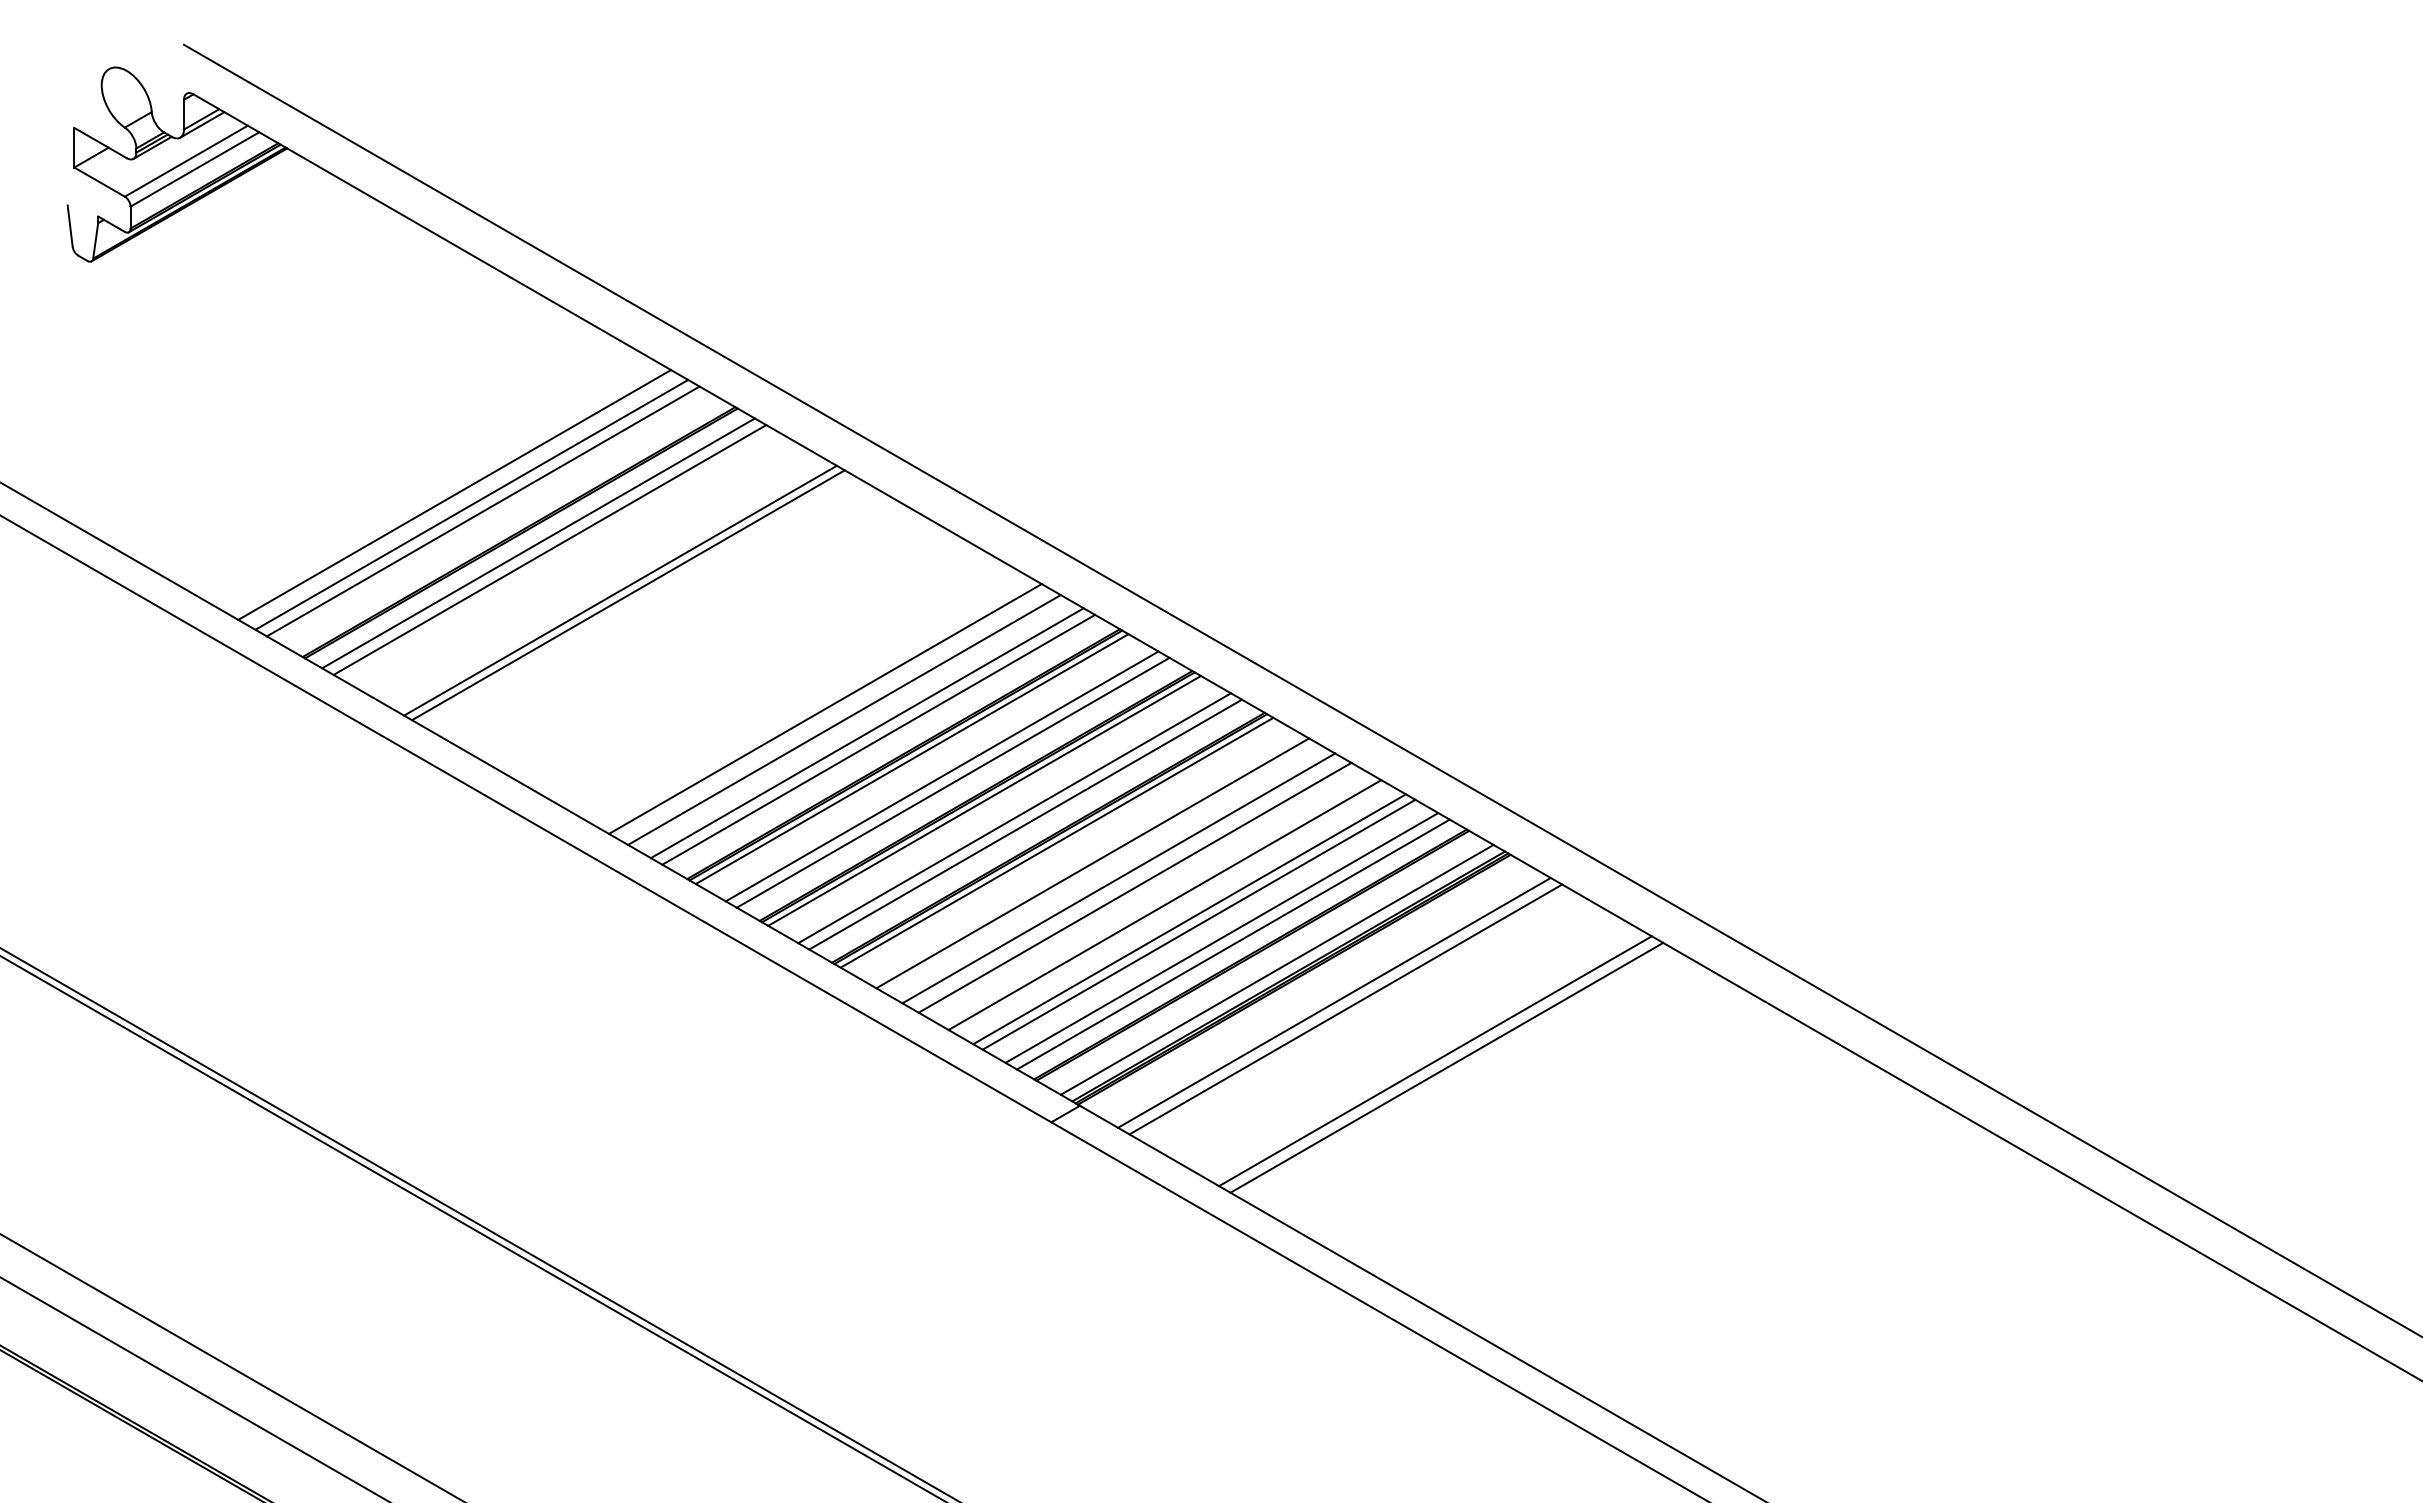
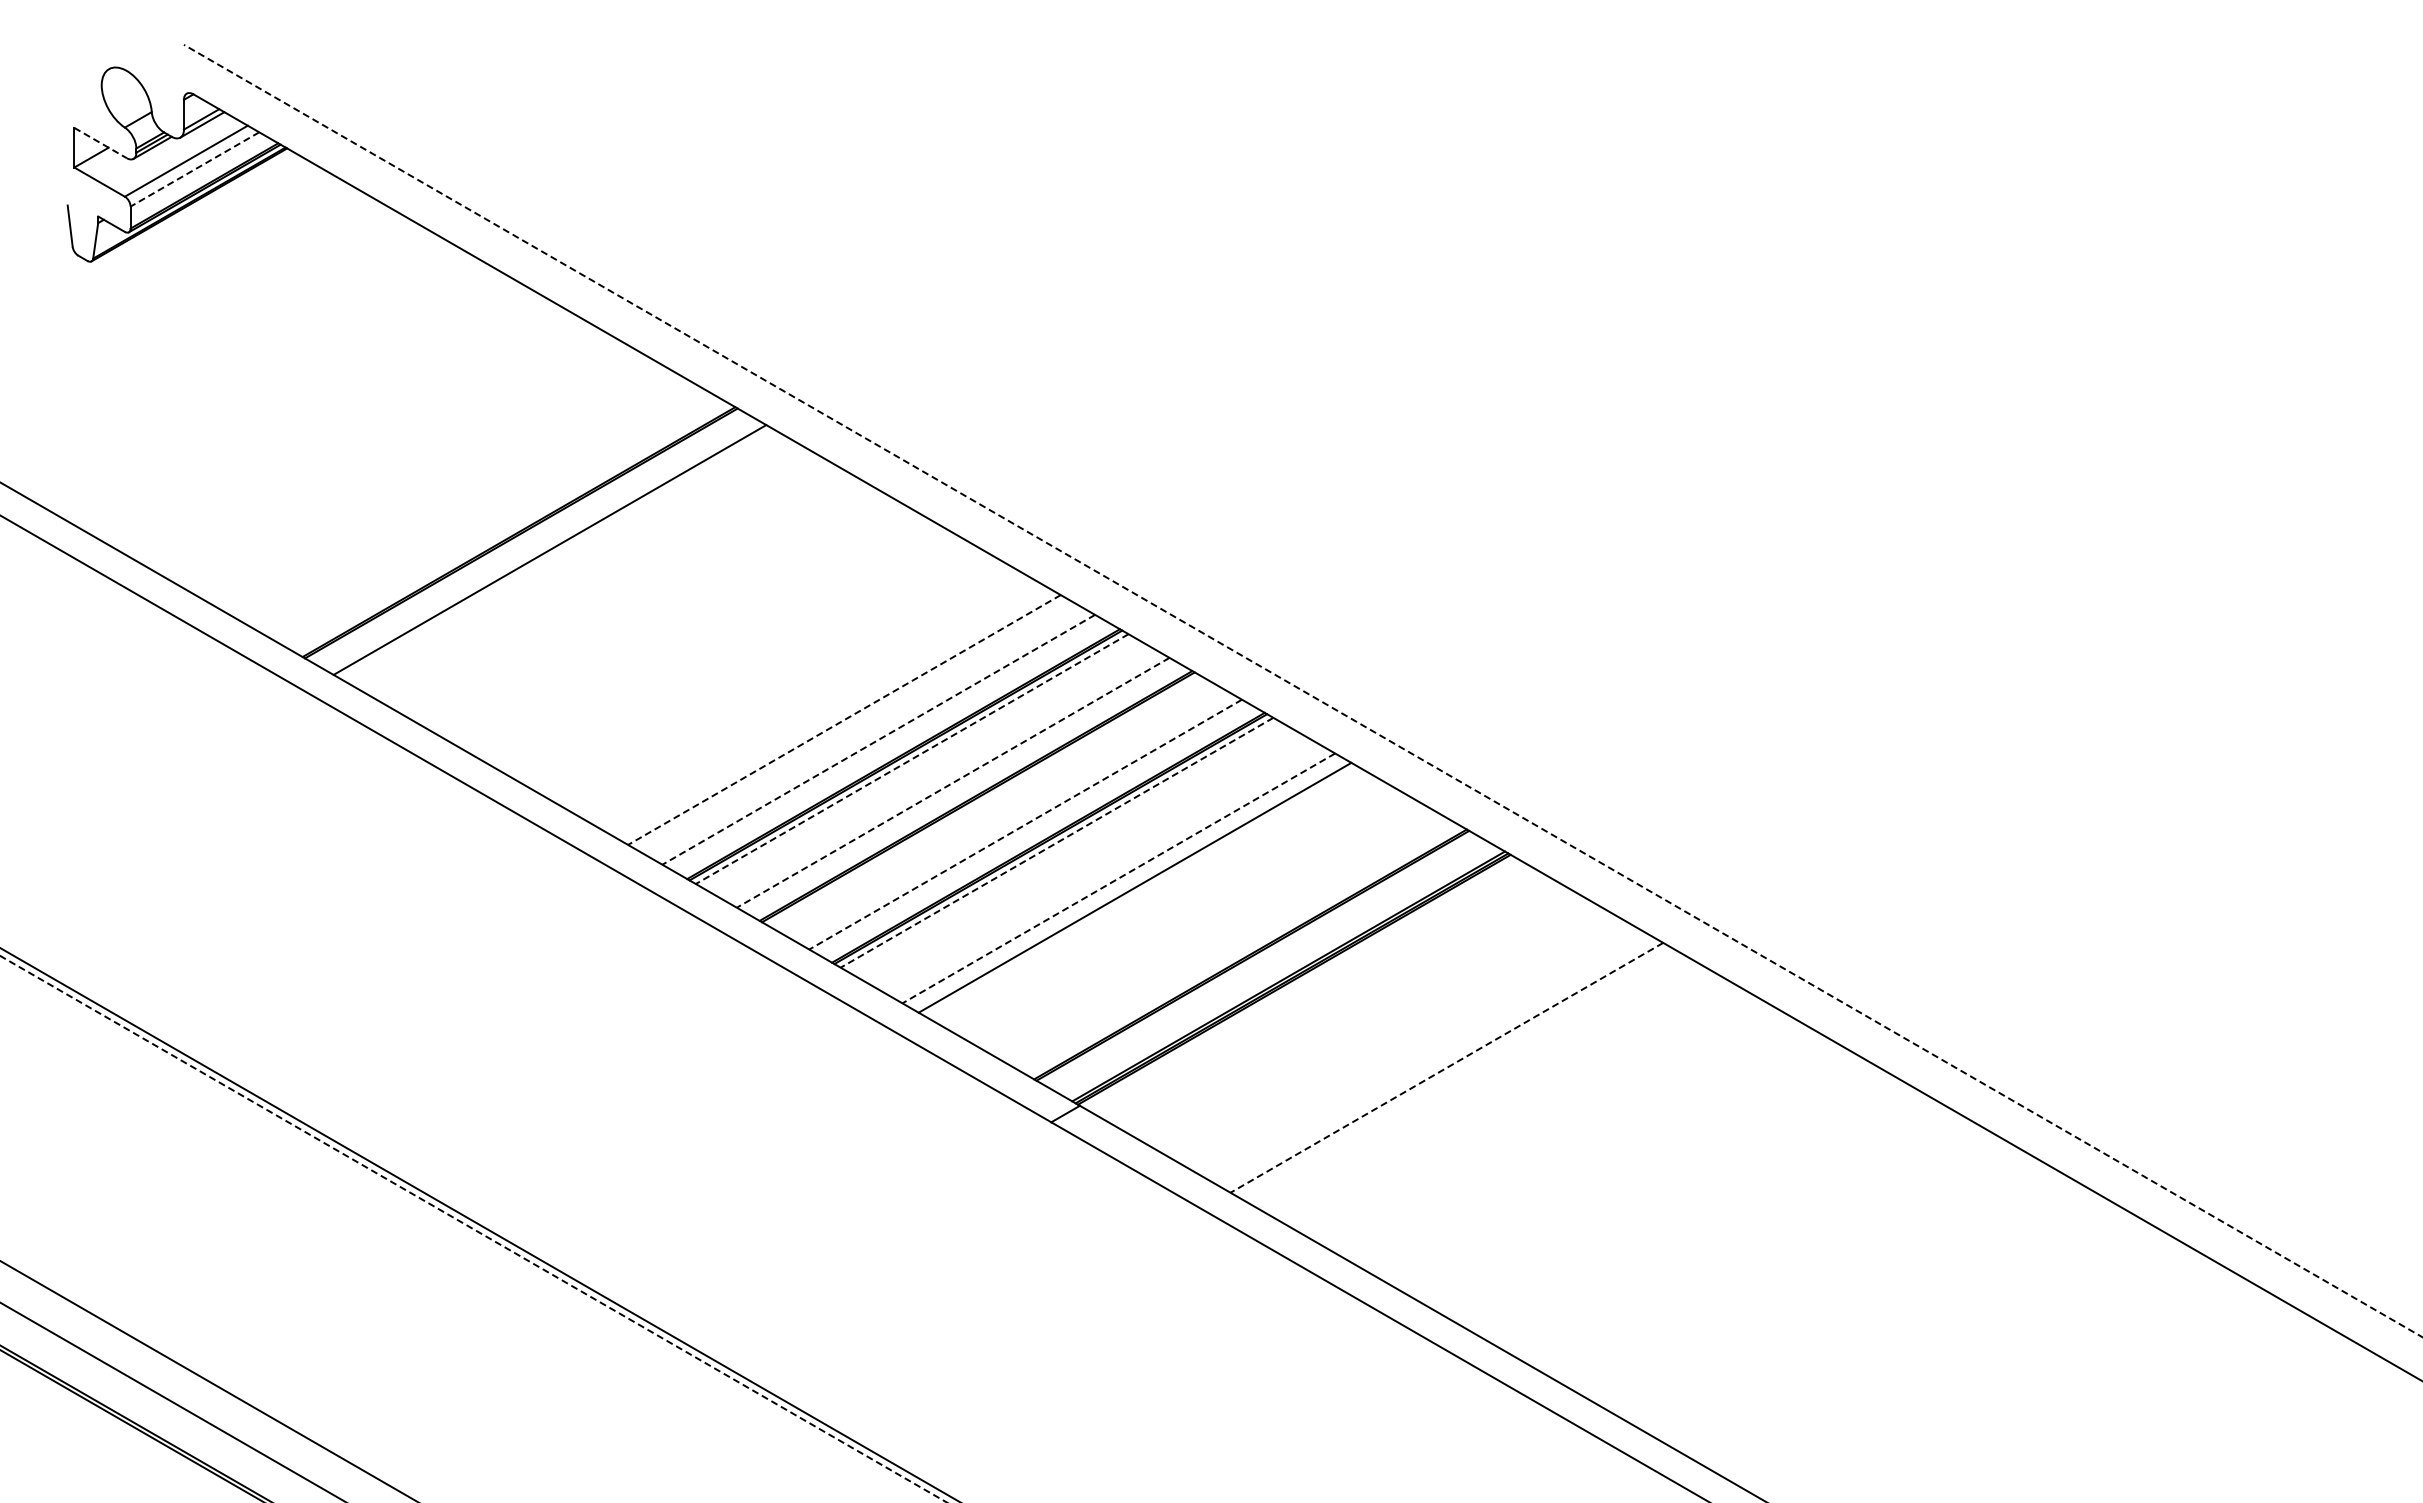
line at (101, 143): solid -> dashed
line at (194, 169): solid -> dashed
line at (454, 494): present -> none
line at (471, 504): present -> none
line at (482, 511): present -> none
line at (538, 543): present -> none
line at (620, 590): present -> none
line at (628, 595): present -> none
line at (1302, 690): solid -> dashed
line at (825, 708): present -> none
line at (844, 720): solid -> dashed
line at (866, 733): present -> none
line at (878, 739): solid -> dashed
line at (912, 759): solid -> dashed
line at (941, 776): present -> none
line at (953, 782): solid -> dashed
line at (984, 800): present -> none
line at (1014, 818): present -> none
line at (1025, 824): solid -> dashed
line at (1057, 842): solid -> dashed
line at (1092, 863): present -> none
line at (1118, 878): solid -> dashed
line at (1164, 904): present -> none
line at (1189, 919): present -> none
line at (1198, 924): present -> none
line at (1221, 937): present -> none
line at (1233, 944): present -> none
line at (1276, 969): present -> none
line at (1334, 1002): present -> none
line at (1345, 1009): present -> none
line at (1435, 1061): present -> none
line at (1446, 1067): solid -> dashed
line at (474, 1229): solid -> dashed
line at (231, 1367) position: (231, 1367) -> (207, 1380)
line at (193, 1388) position: (193, 1388) -> (171, 1401)
